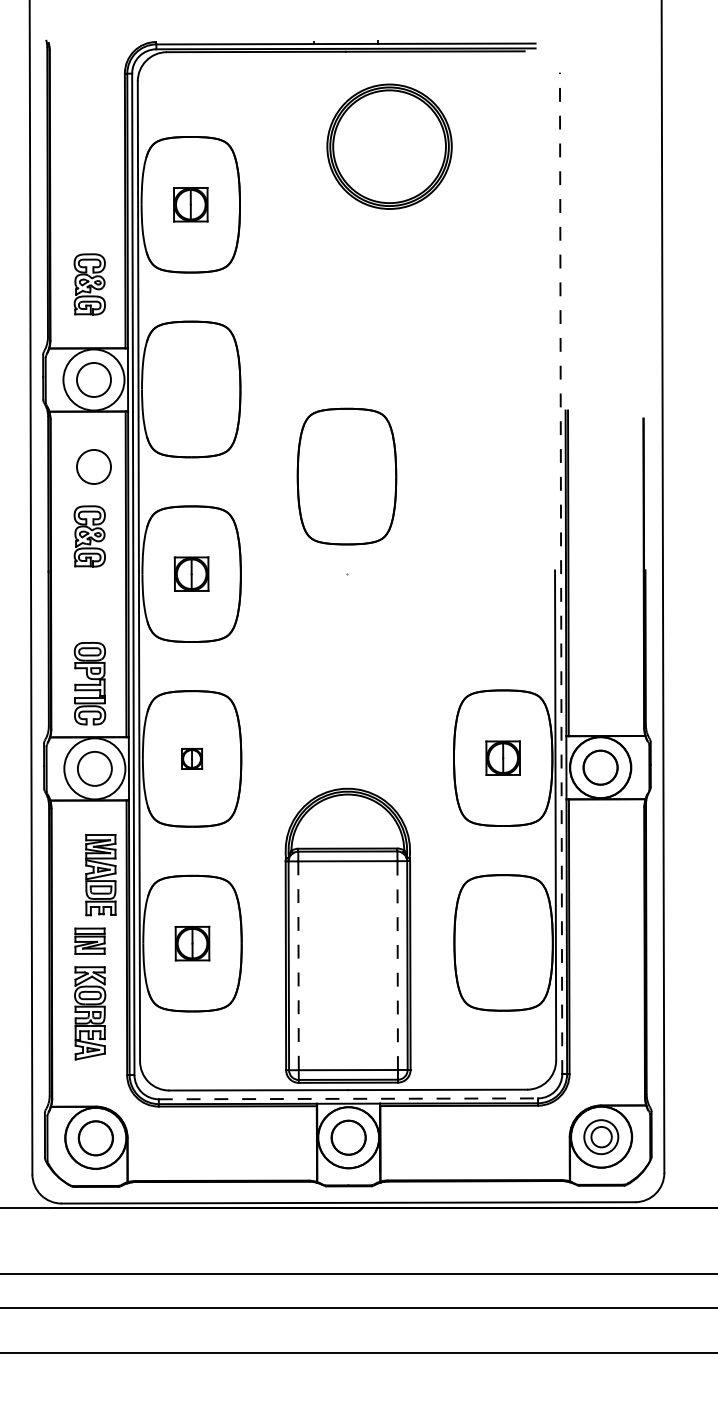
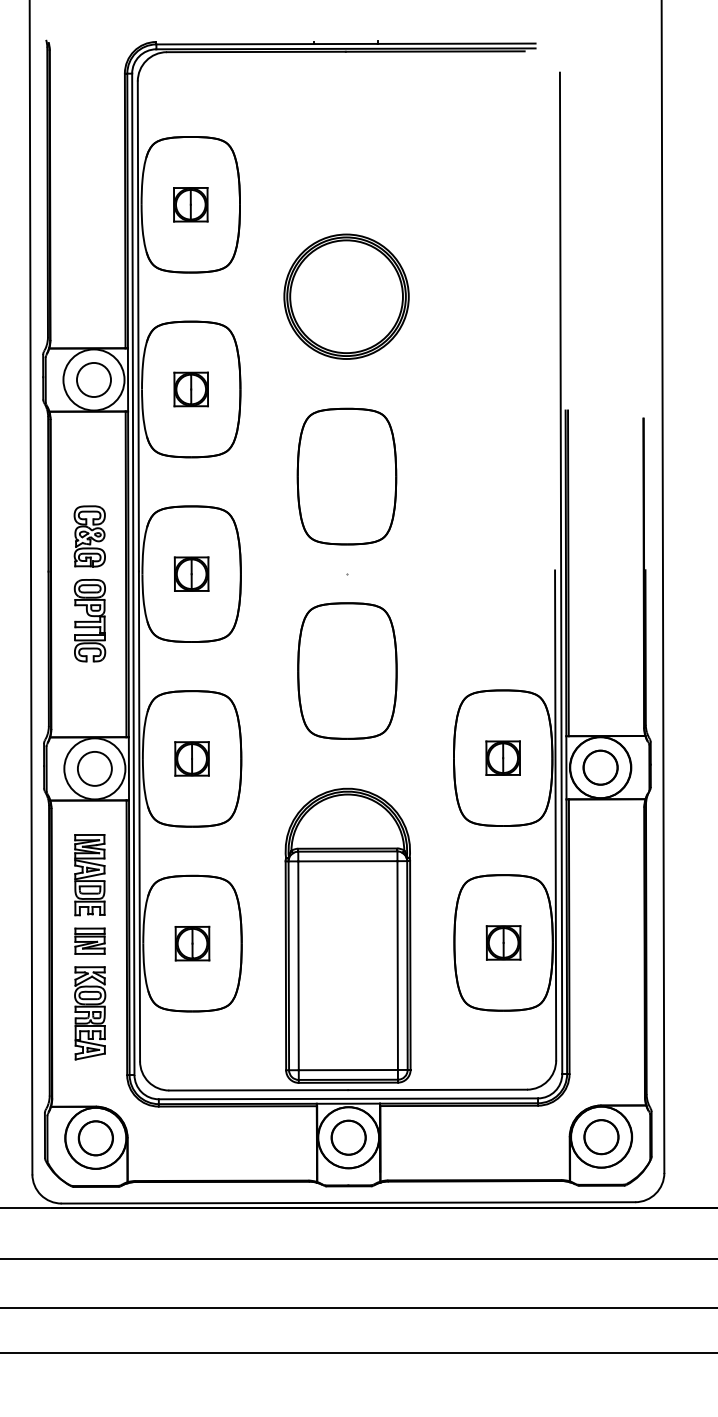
part at (389, 146) position: (389, 146) -> (346, 296)
part at (89, 284): present -> none
part at (190, 389): none -> present
circle at (93, 466): present -> none
line at (561, 573): dashed -> solid
part at (347, 670): none -> present
part at (89, 683) position: (89, 683) -> (89, 620)
part at (192, 758) size: 23x23 px -> 36x36 px
part at (100, 875) position: (100, 875) -> (89, 875)
part at (503, 942): none -> present
line at (397, 965): dashed -> solid
line at (298, 966): dashed -> solid
line at (348, 1098): dashed -> solid
circle at (601, 1136) diameter: 20 px -> 34 px
line at (358, 1274) position: (358, 1274) -> (358, 1259)
